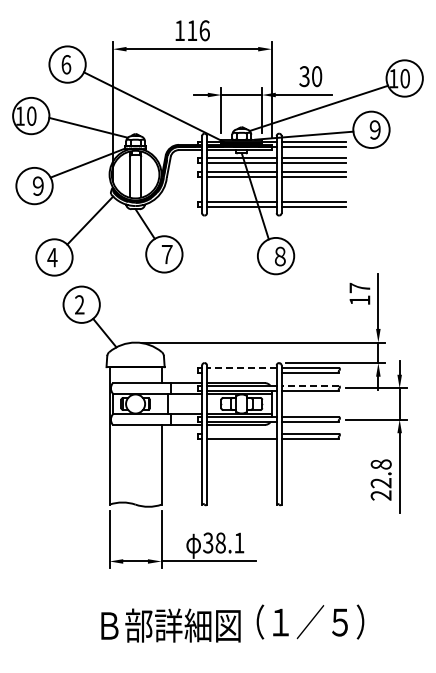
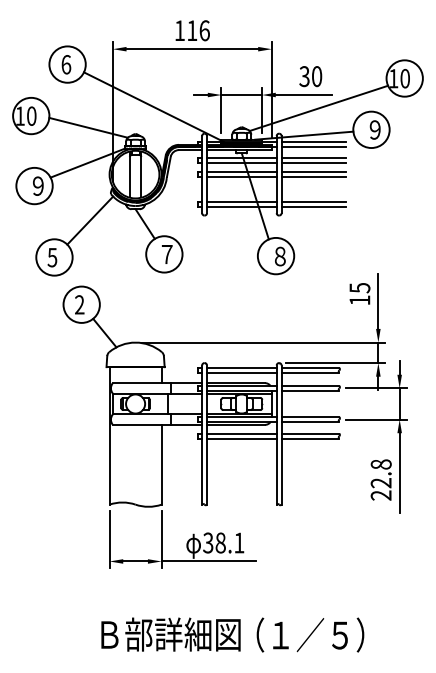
text at (52, 257): 4 -> 5
text at (359, 287): 17 -> 15
line at (241, 367): dashed -> solid
line at (241, 372): none -> present
line at (310, 386): dashed -> solid
line at (241, 433): none -> present
text at (310, 621) position: (310, 621) -> (310, 634)
text at (170, 625) position: (170, 625) -> (170, 634)
